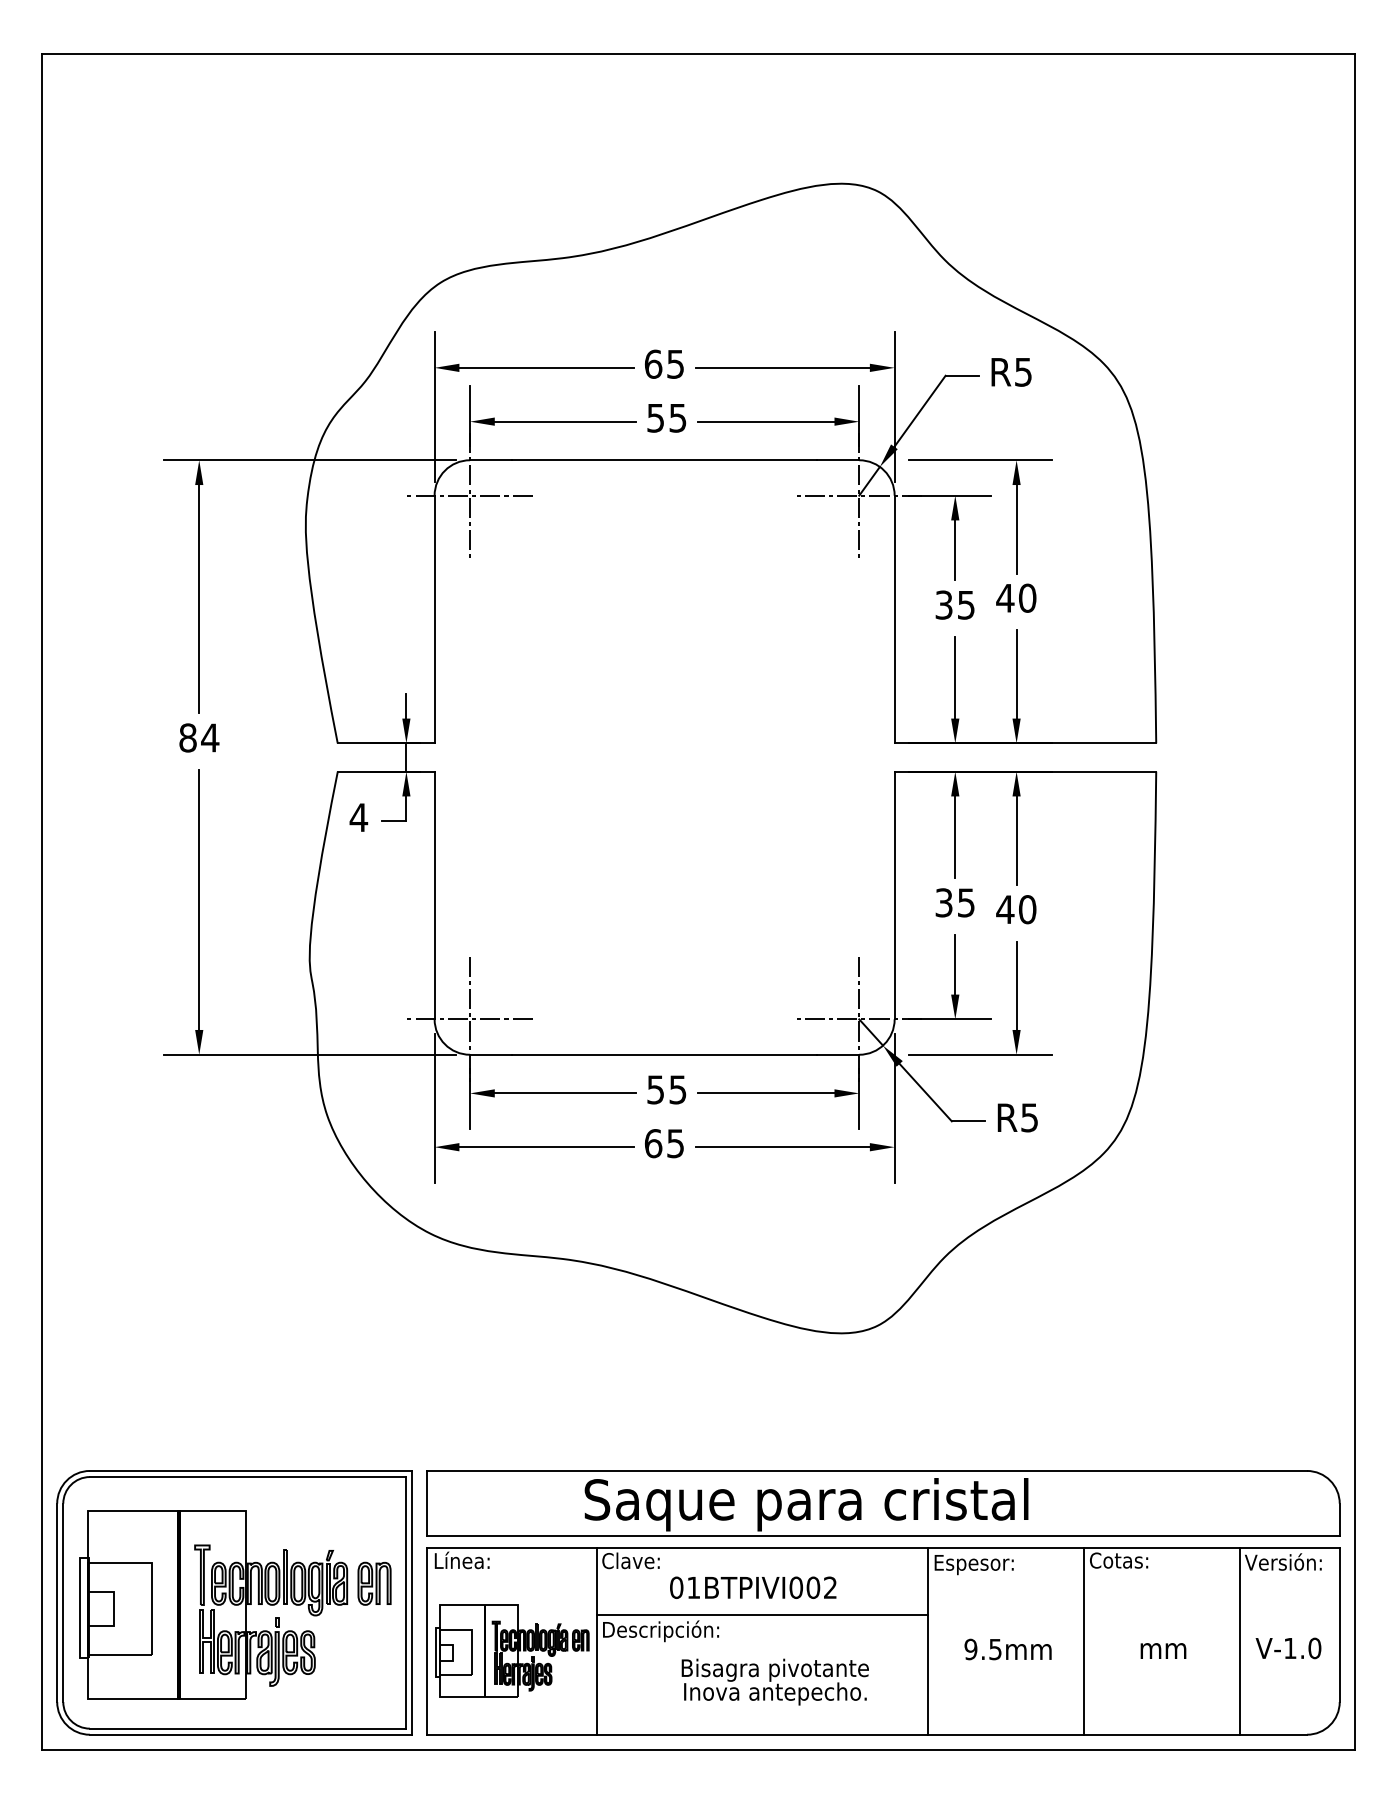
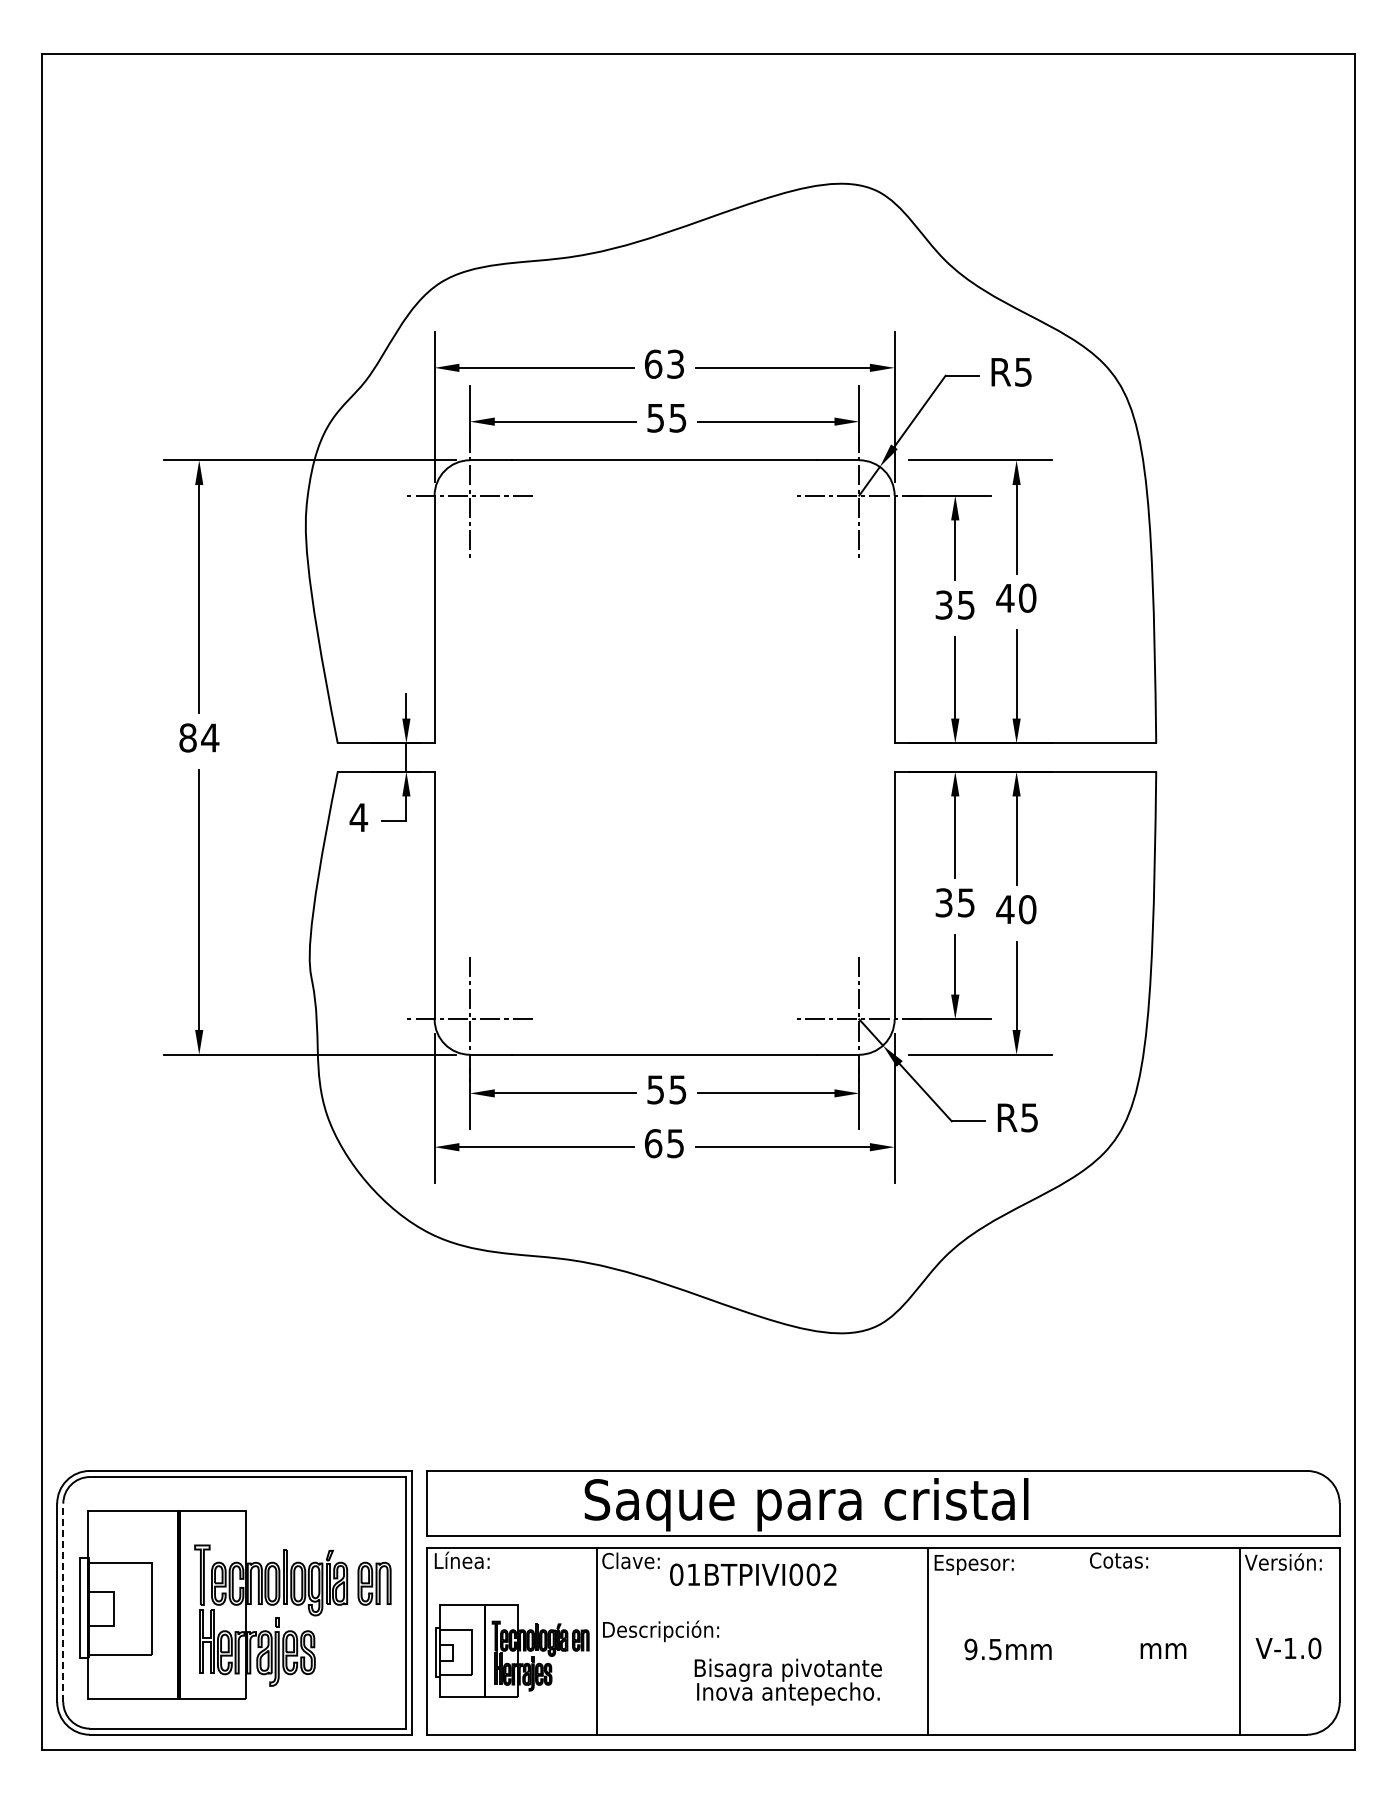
text at (675, 363): 65 -> 63
text at (753, 1587) position: (753, 1587) -> (753, 1574)
line at (63, 1602): solid -> dashed
line at (762, 1614): present -> none
line at (1084, 1641): present -> none
text at (774, 1681) position: (774, 1681) -> (787, 1681)
